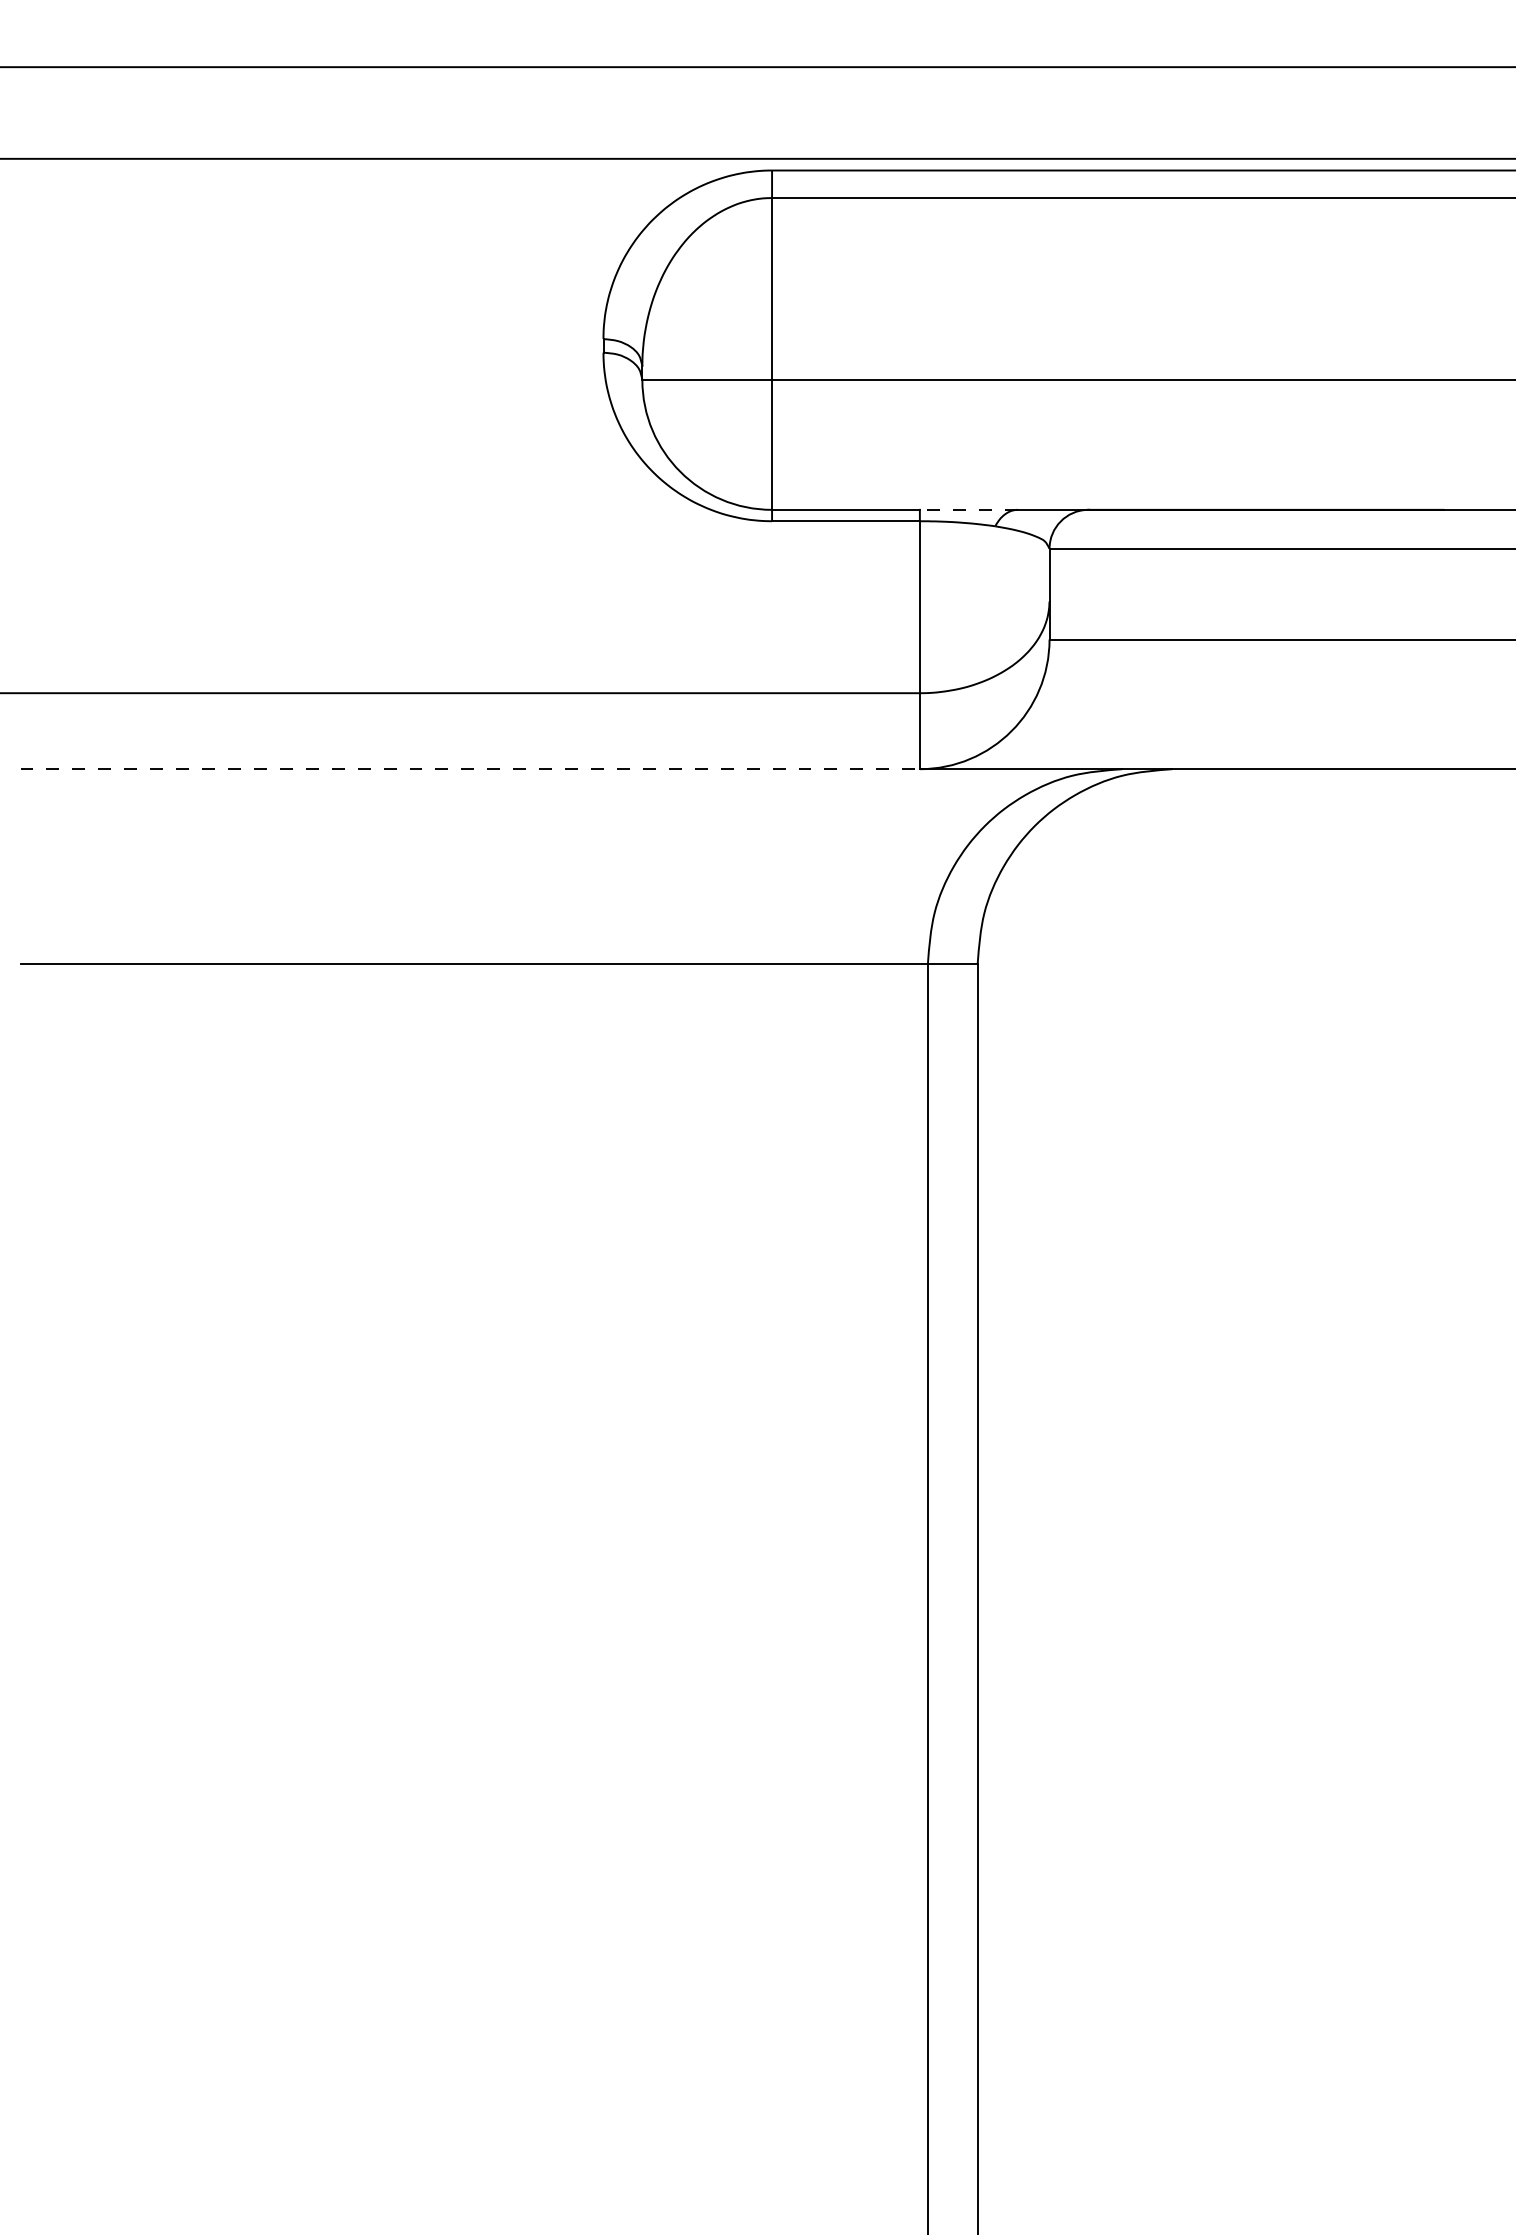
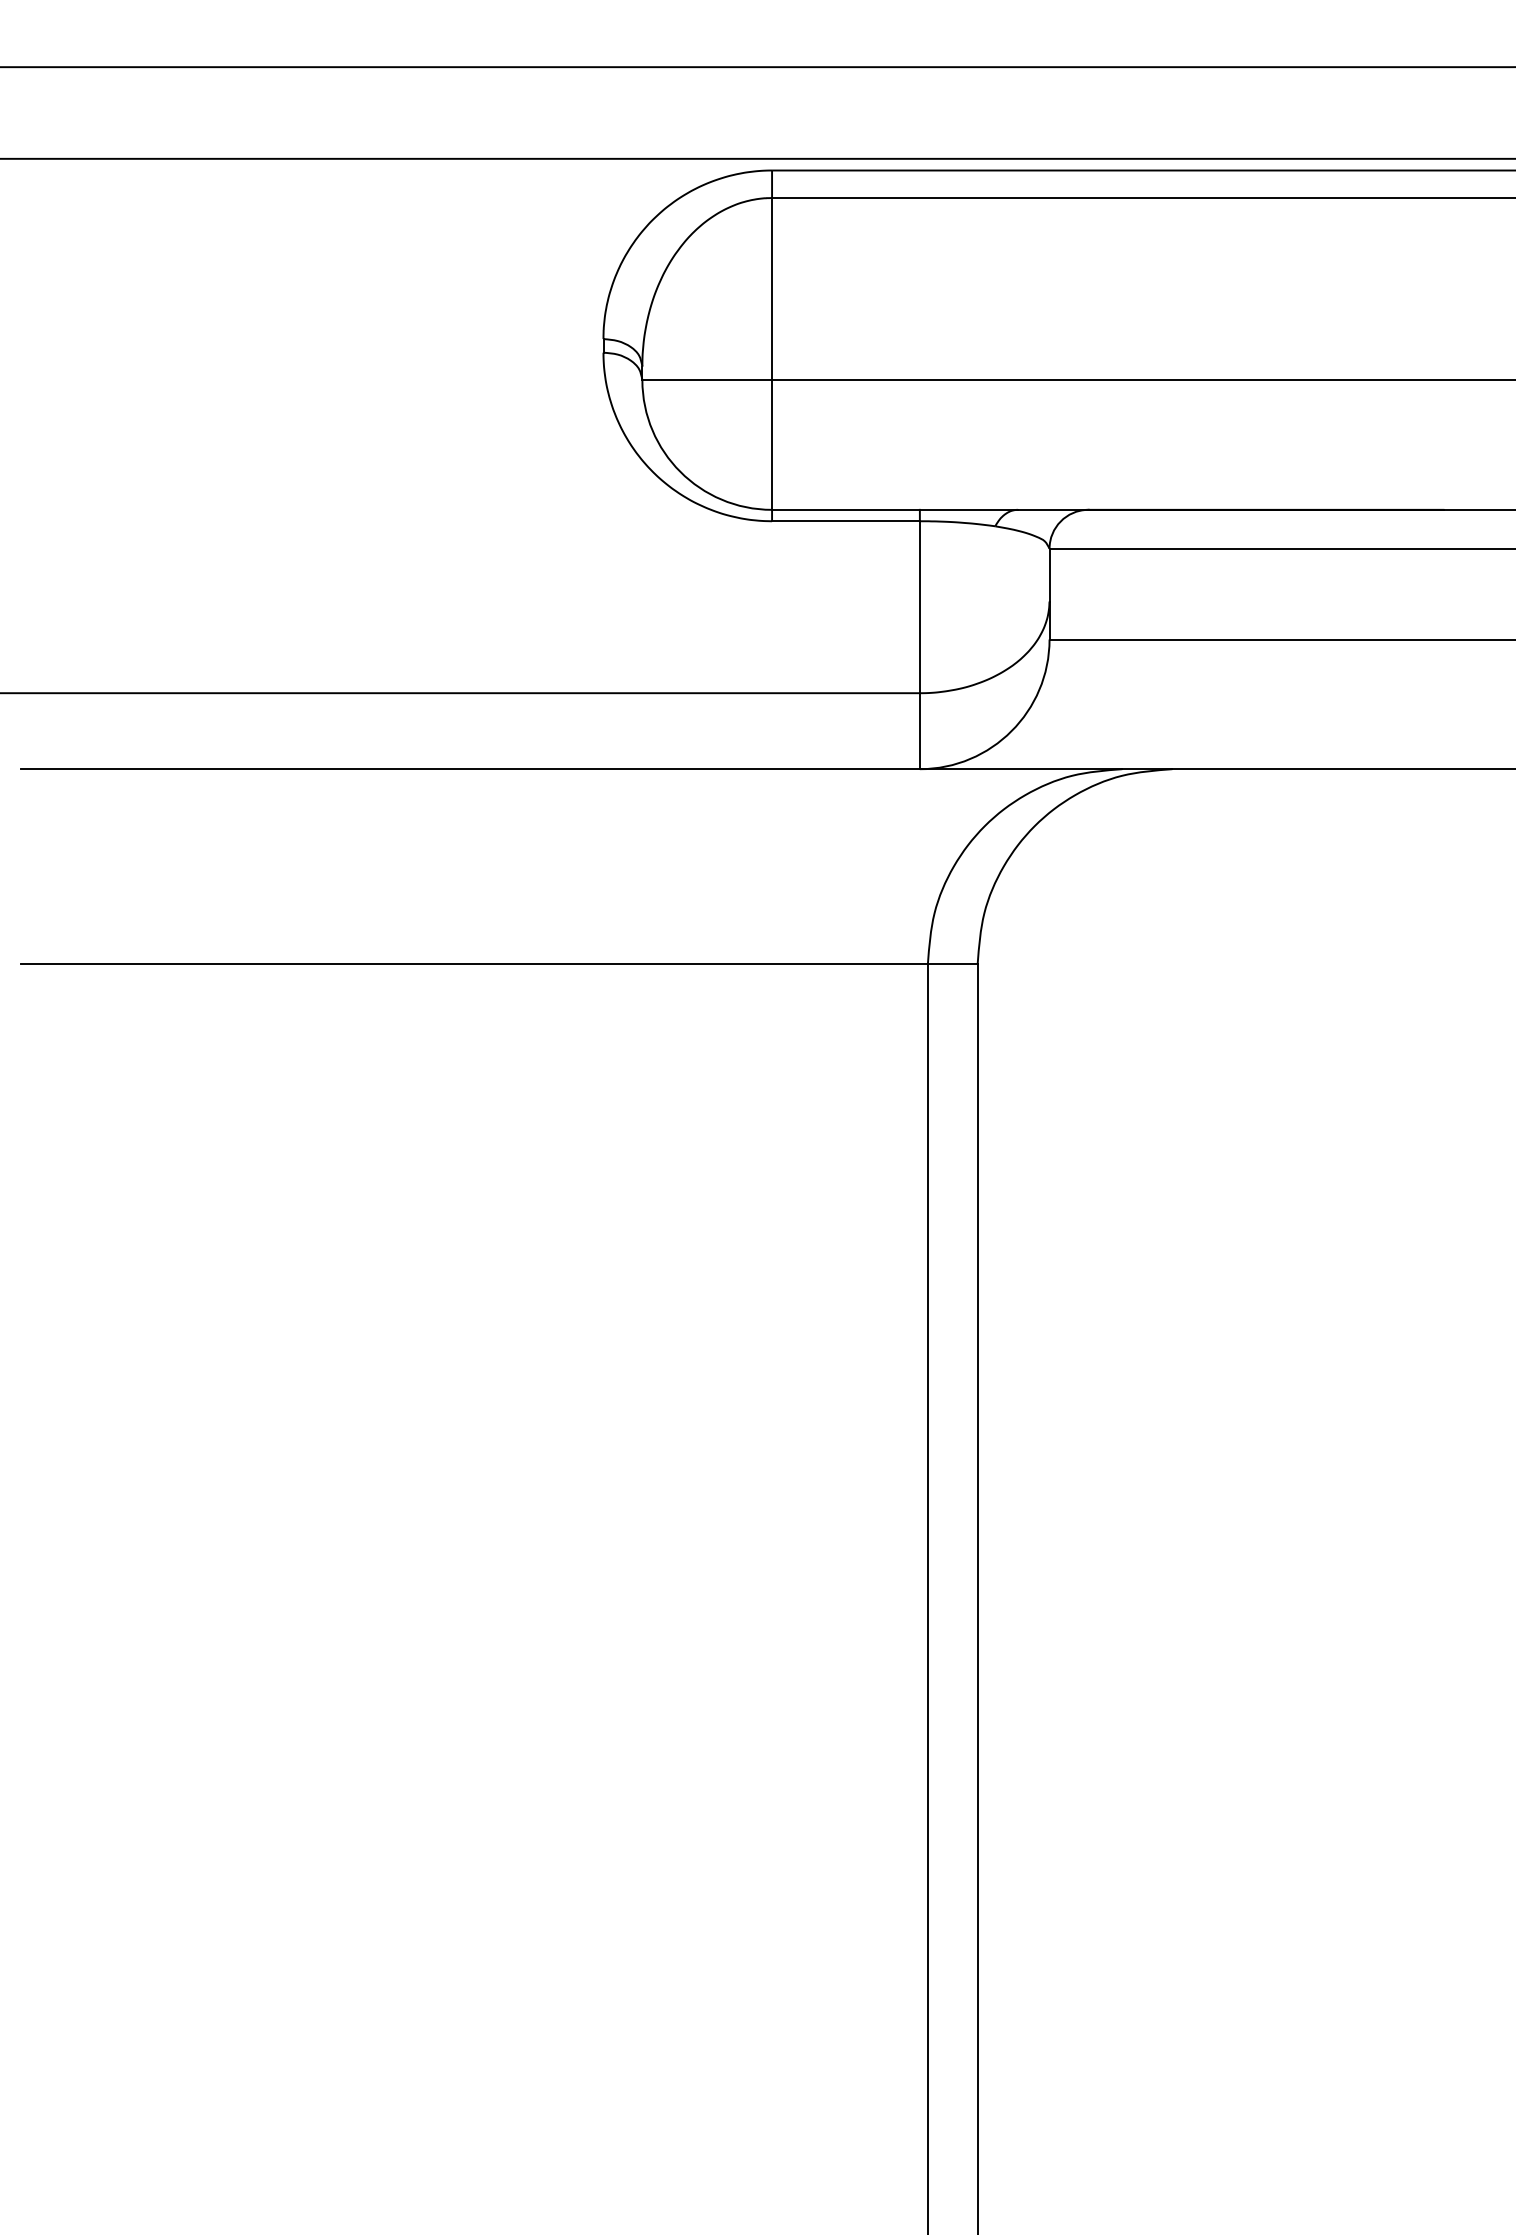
line at (968, 509): dashed -> solid
line at (470, 769): dashed -> solid
